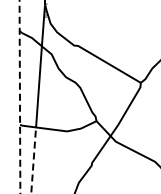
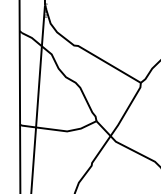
line at (19, 97): dashed -> solid
line at (33, 160): dashed -> solid
